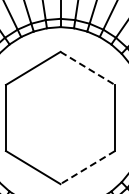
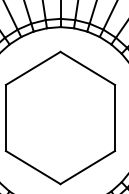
line at (87, 68): dashed -> solid
line at (87, 167): dashed -> solid
